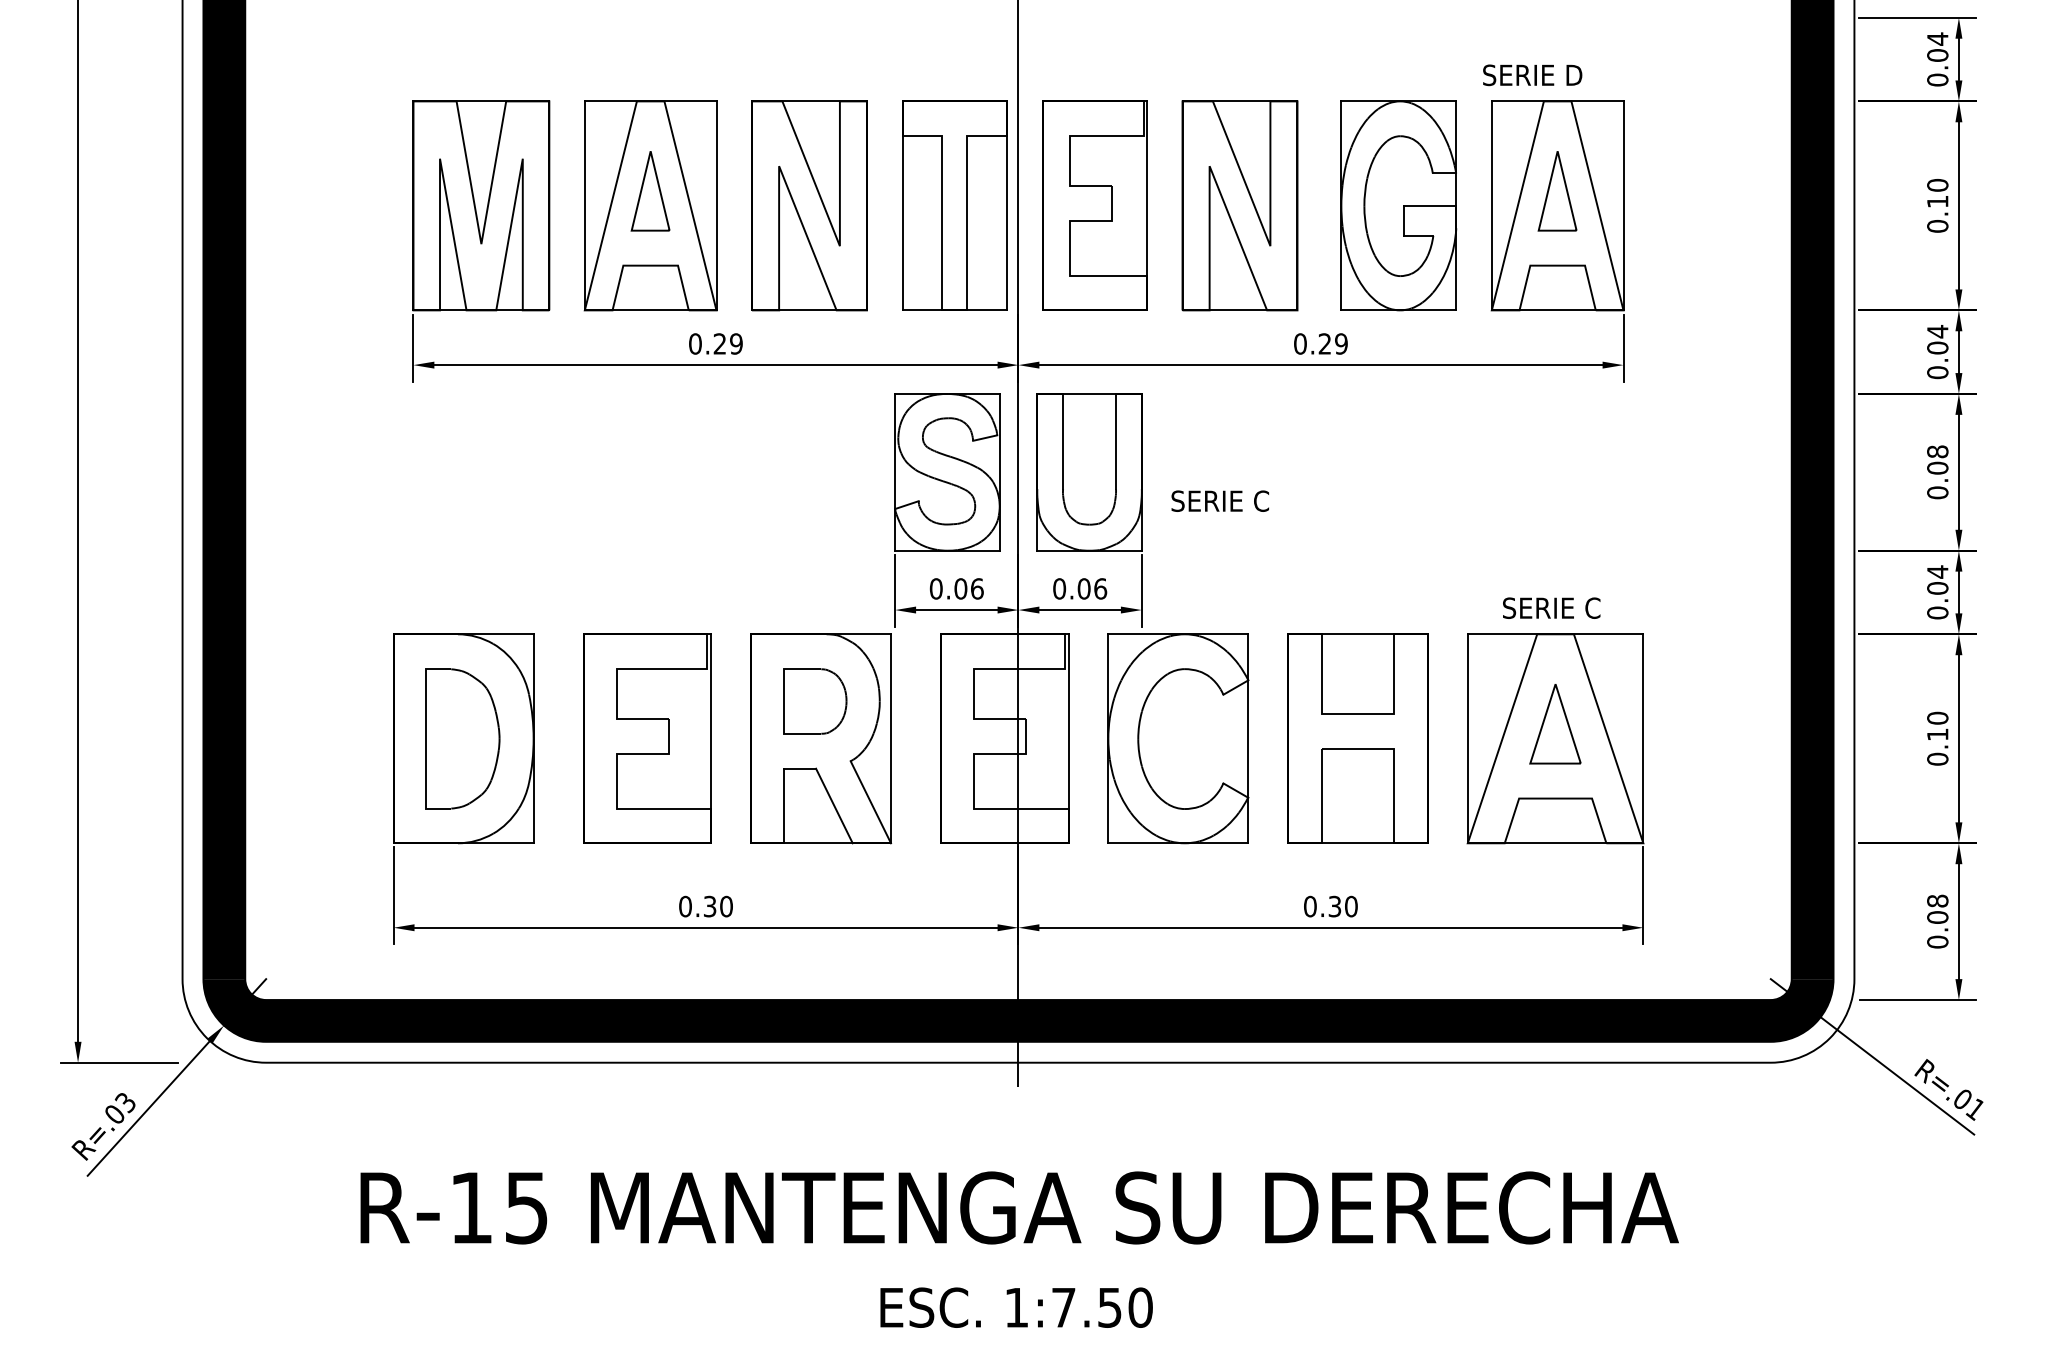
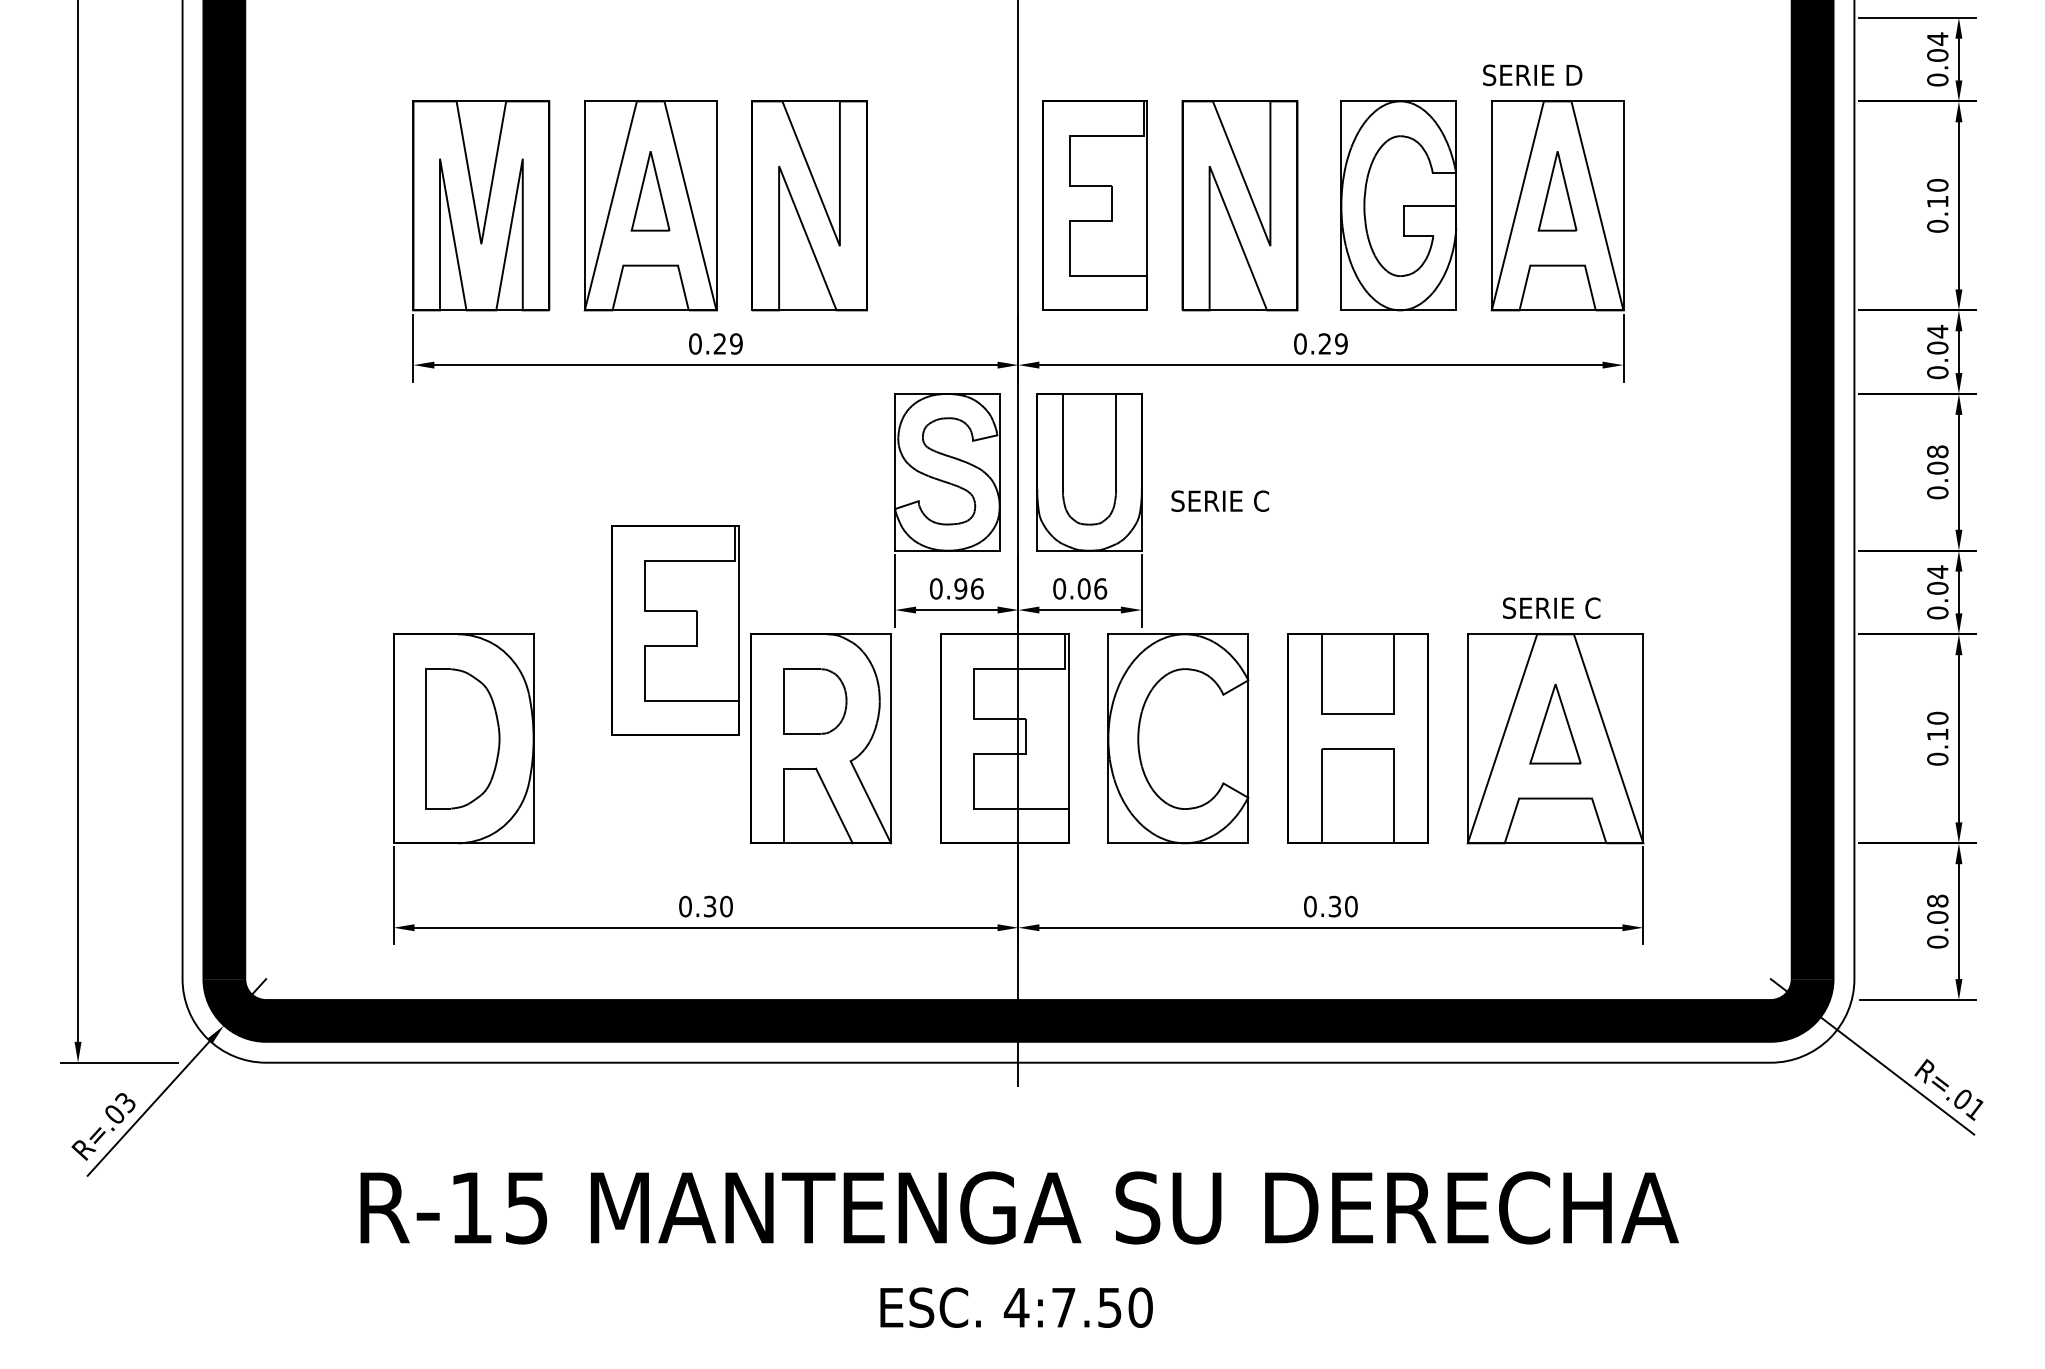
part at (954, 205): present -> none
text at (960, 588): 0.06 -> 0.96
part at (647, 738) position: (647, 738) -> (675, 630)
text at (1016, 1307): 1:7.50 -> 4:7.50
